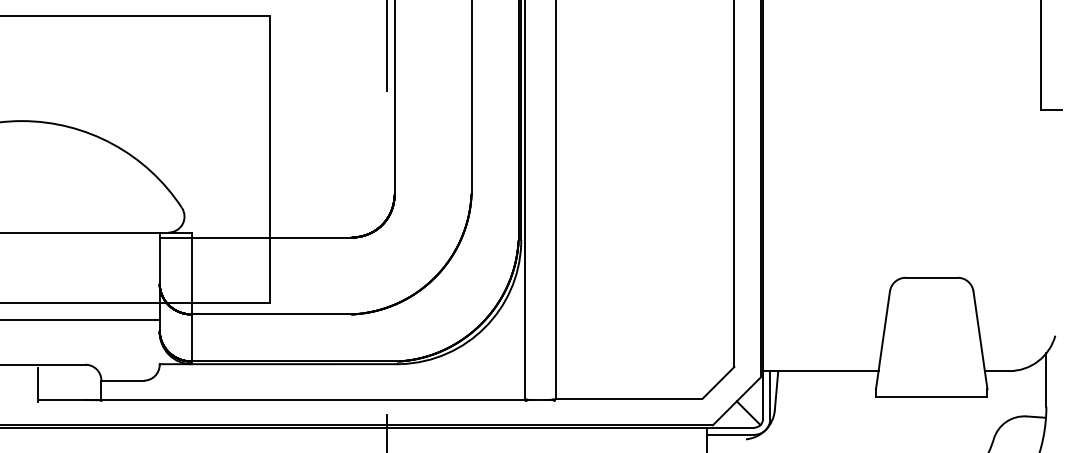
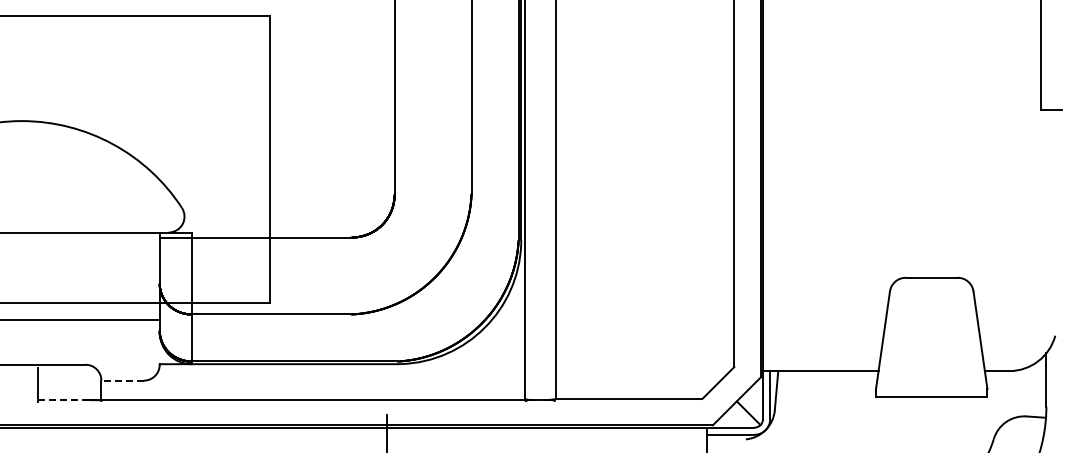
line at (386, 46): present -> none
line at (122, 380): solid -> dashed
line at (61, 400): solid -> dashed
